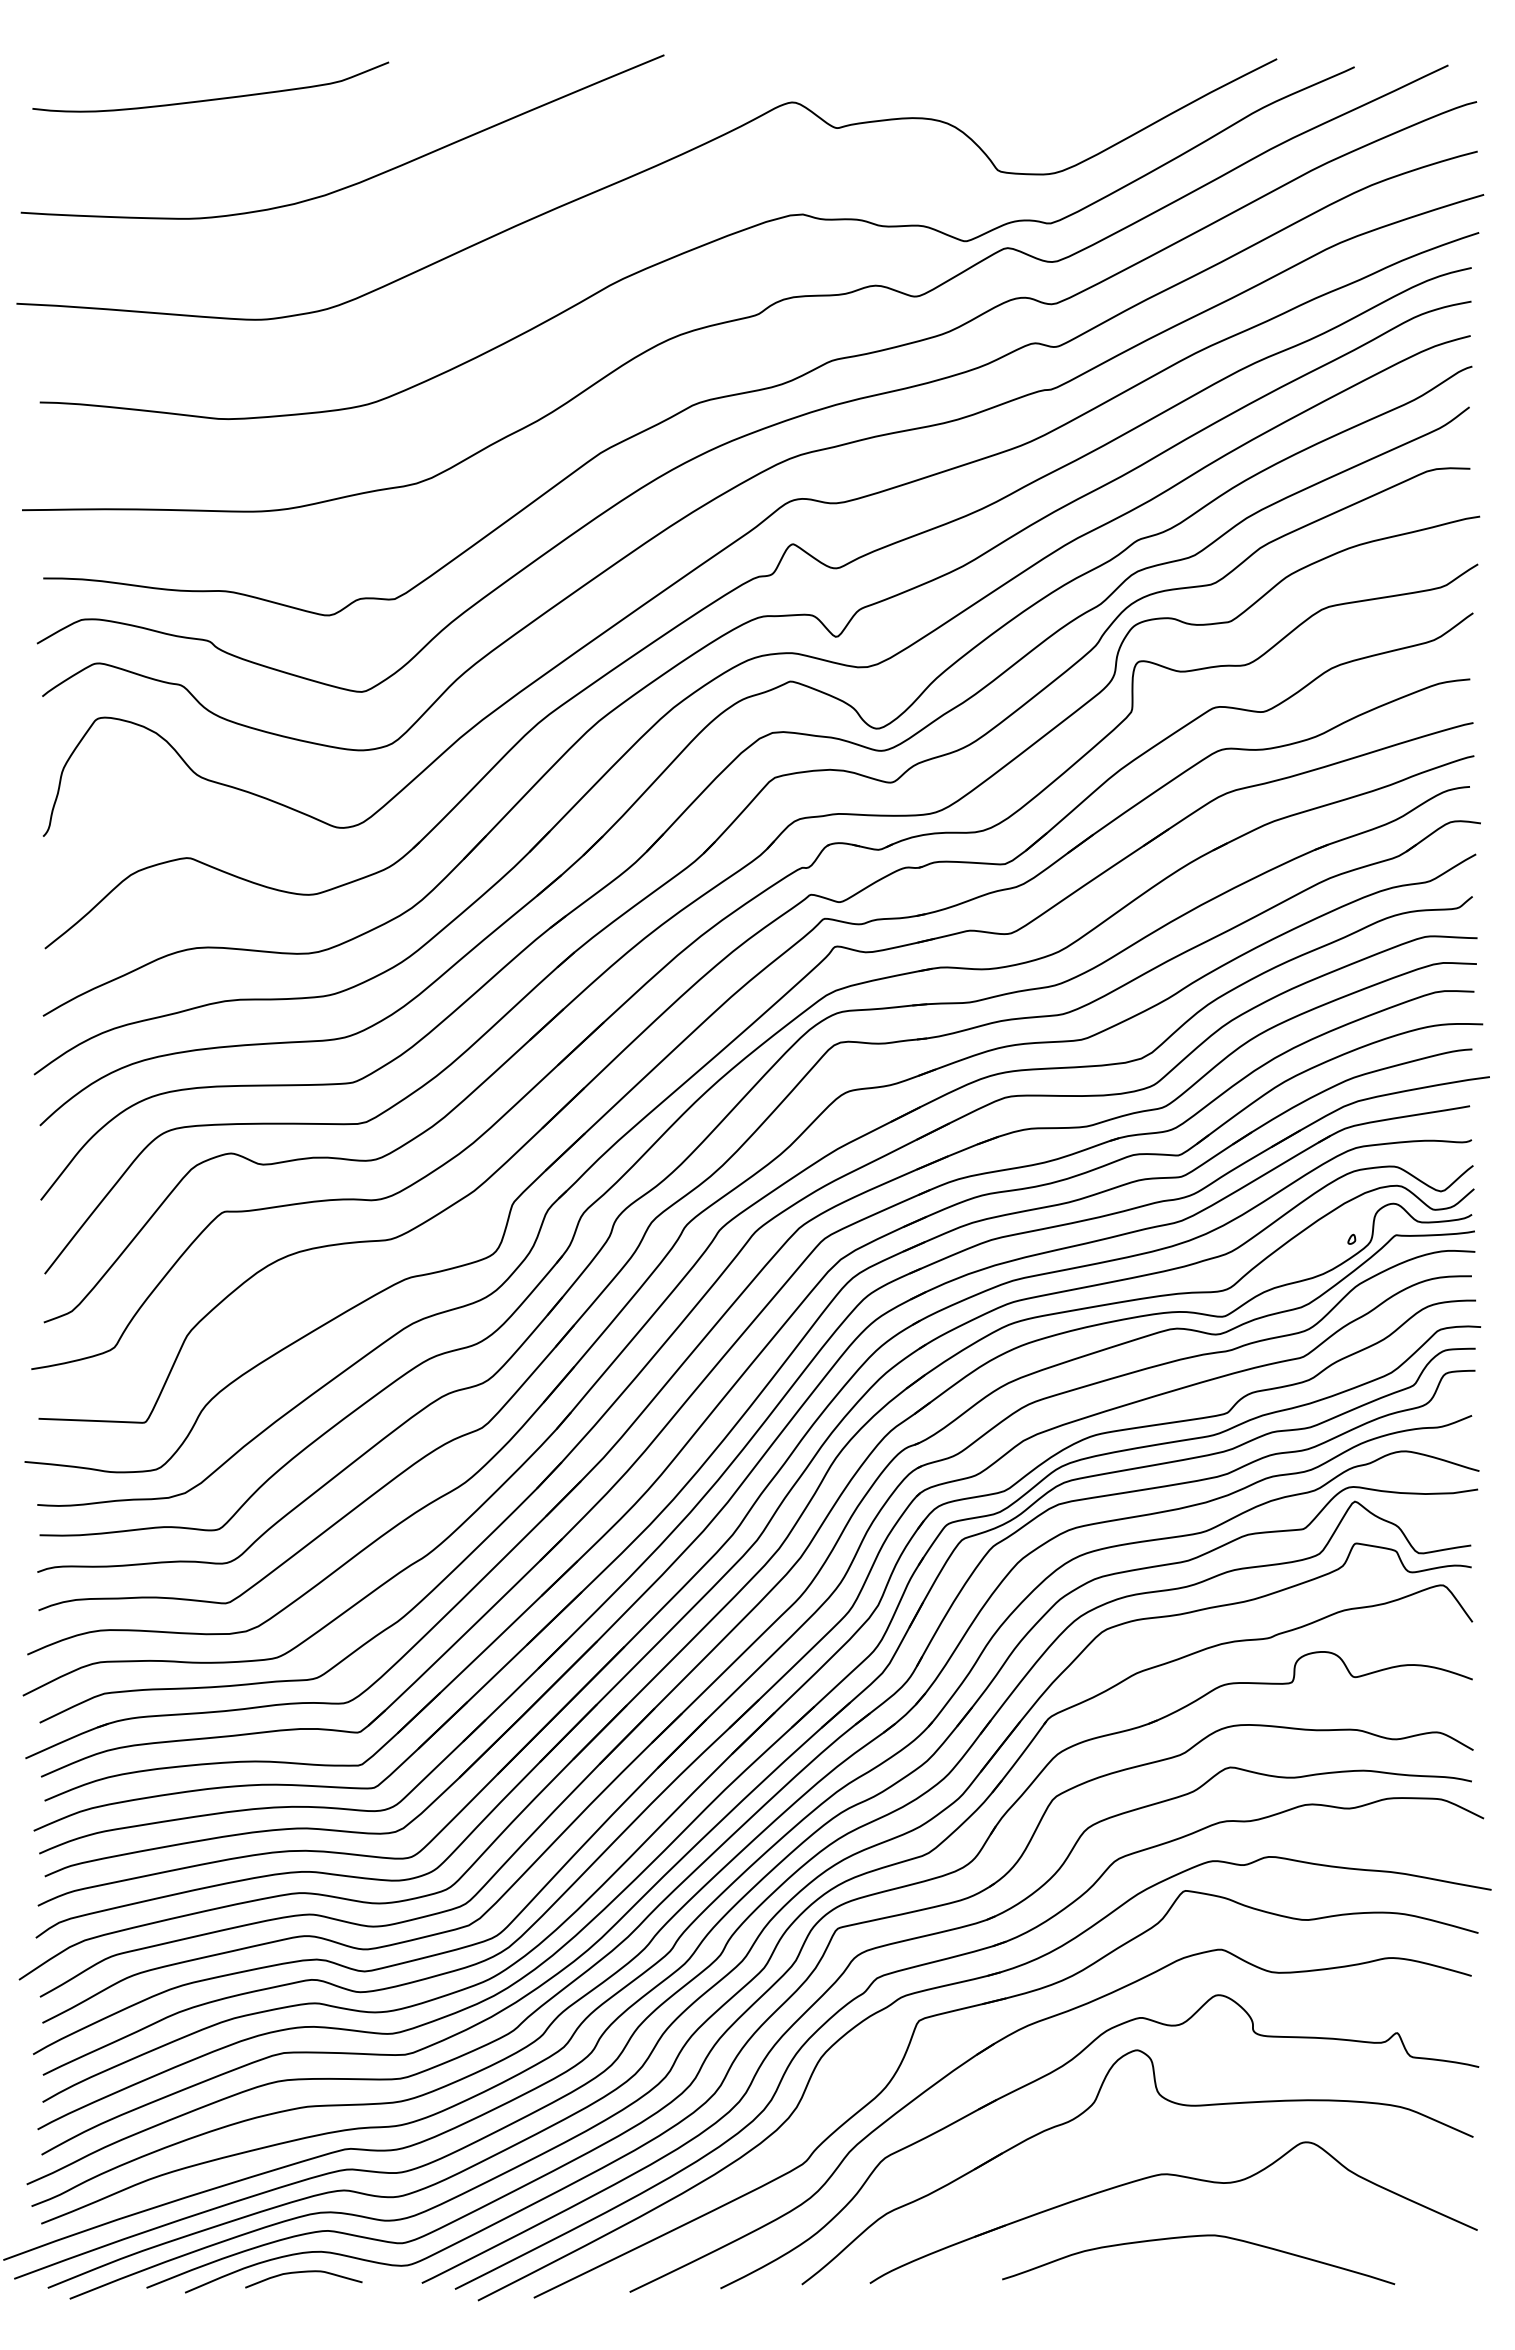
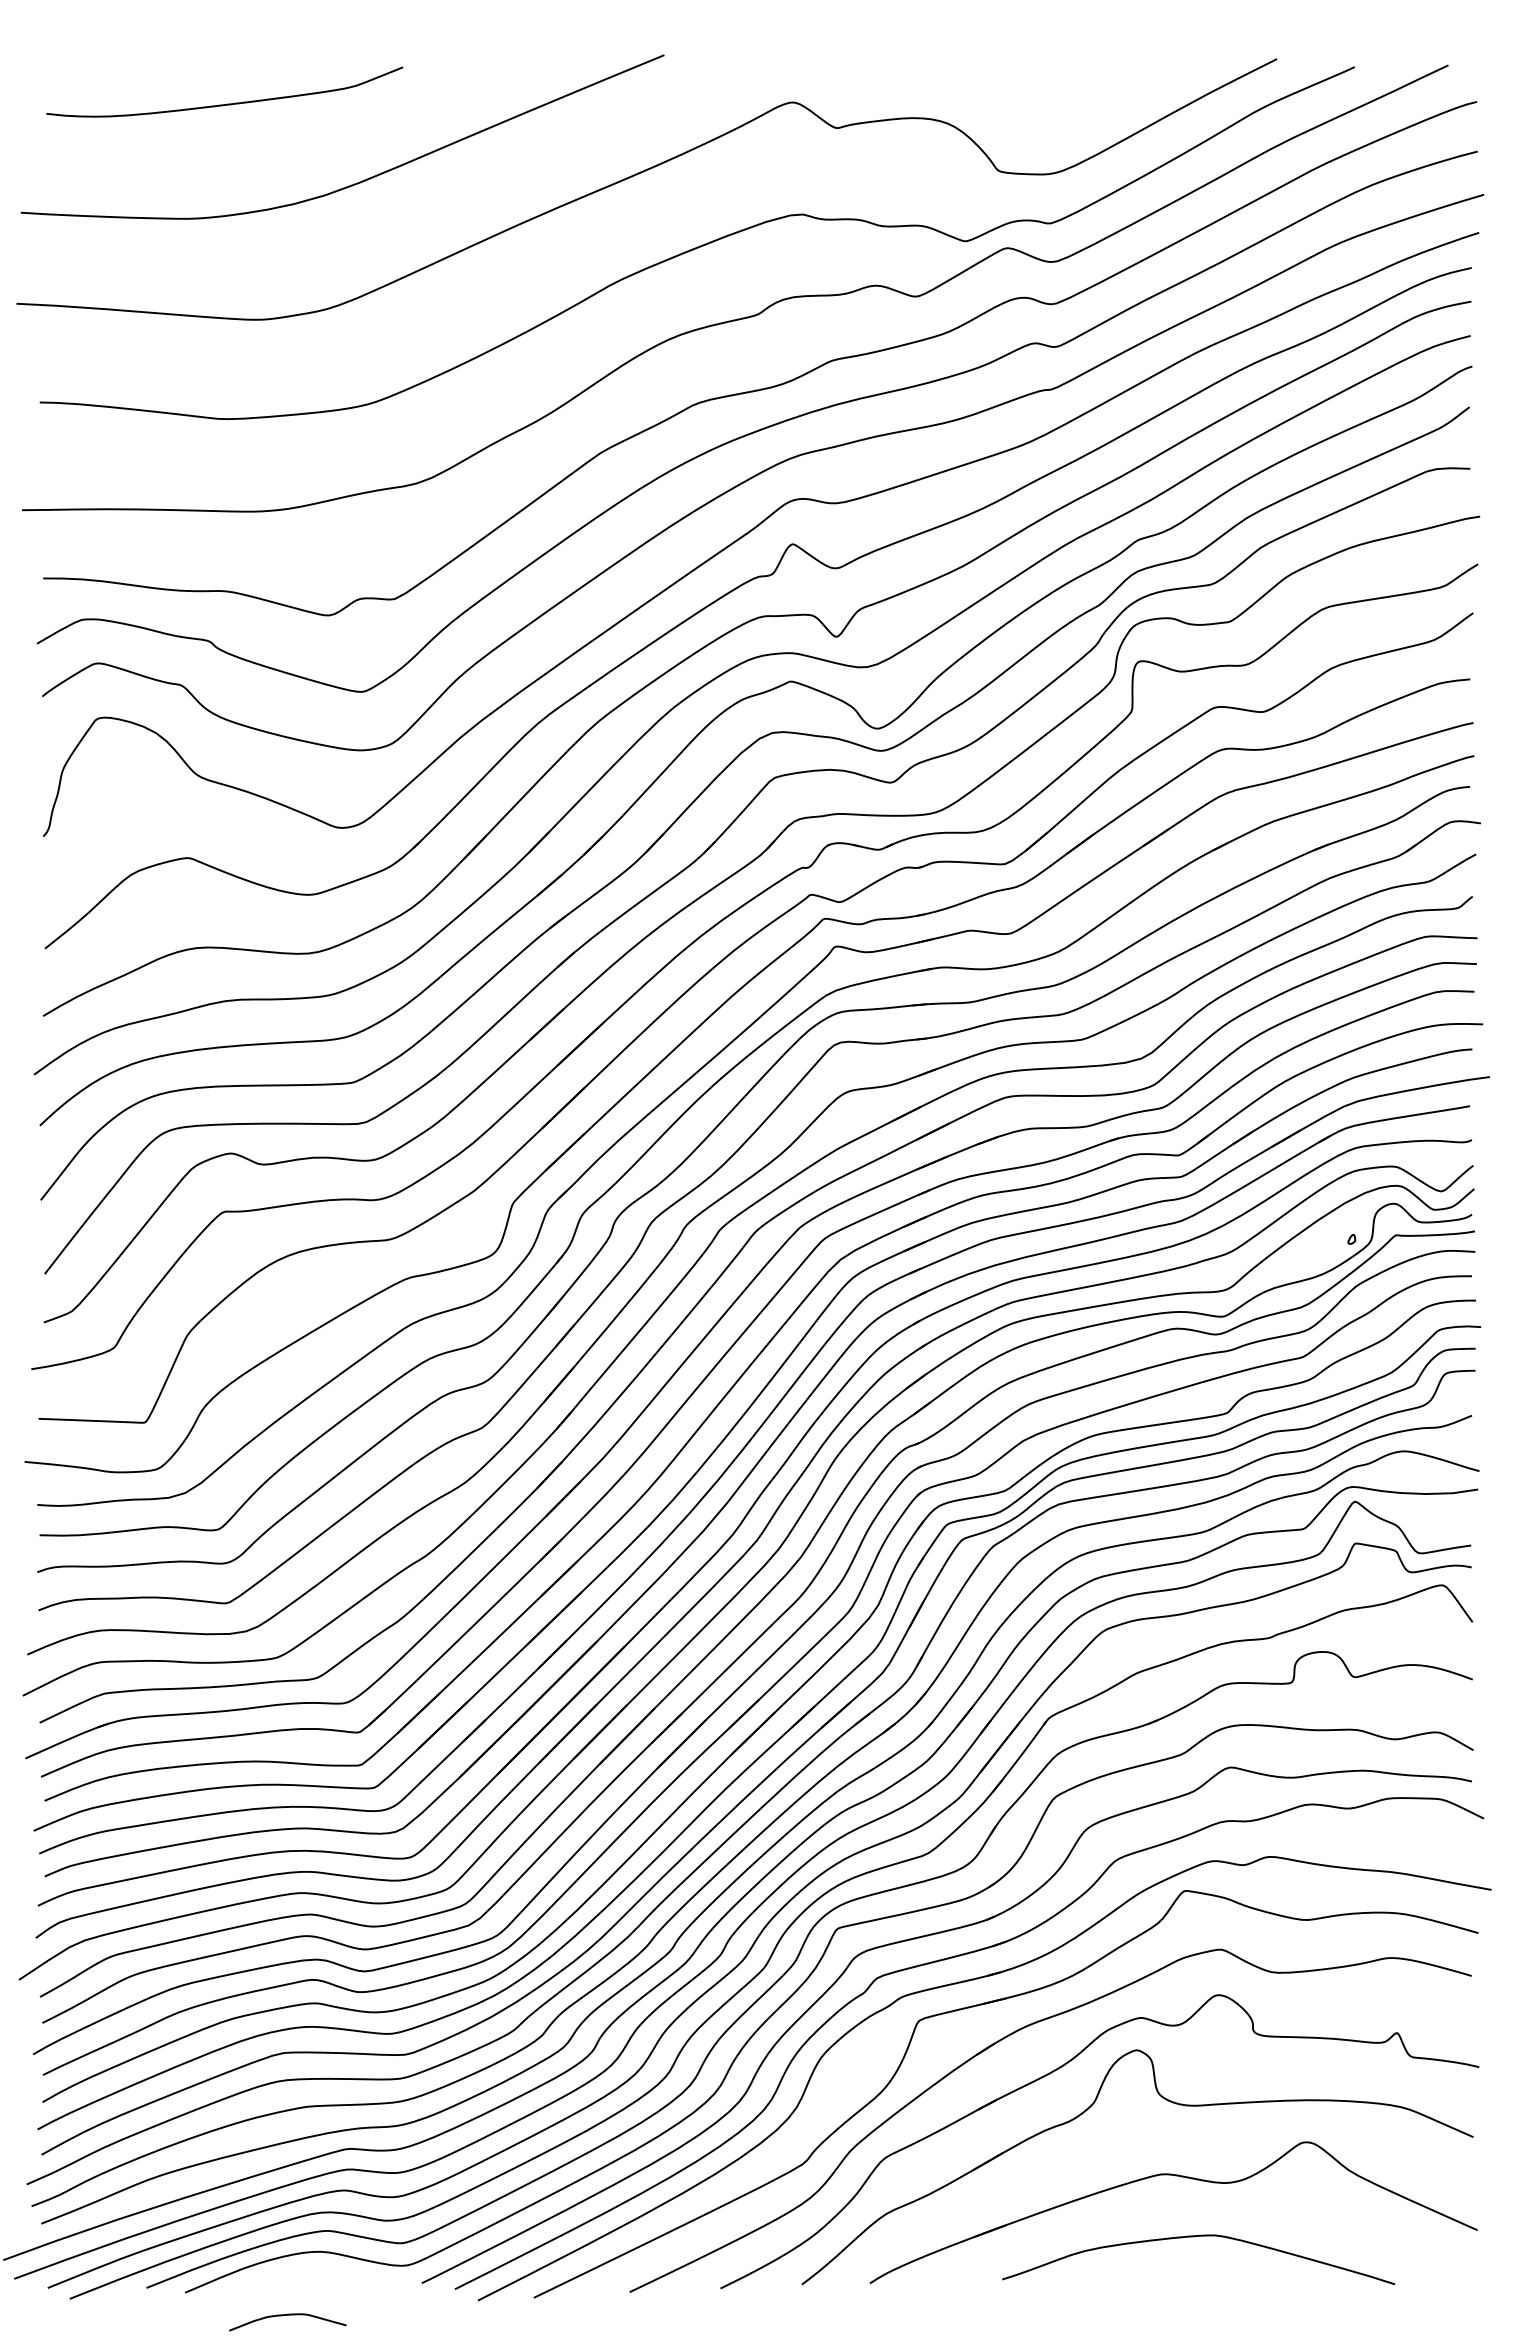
curve at (212, 98) position: (212, 98) -> (226, 103)
curve at (303, 2272) position: (303, 2272) -> (287, 2315)
